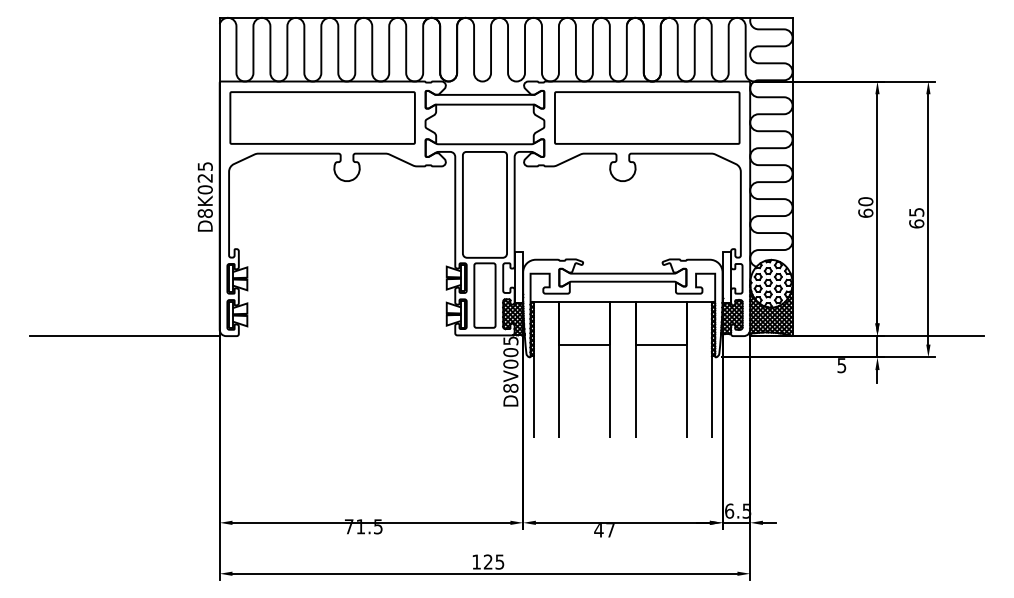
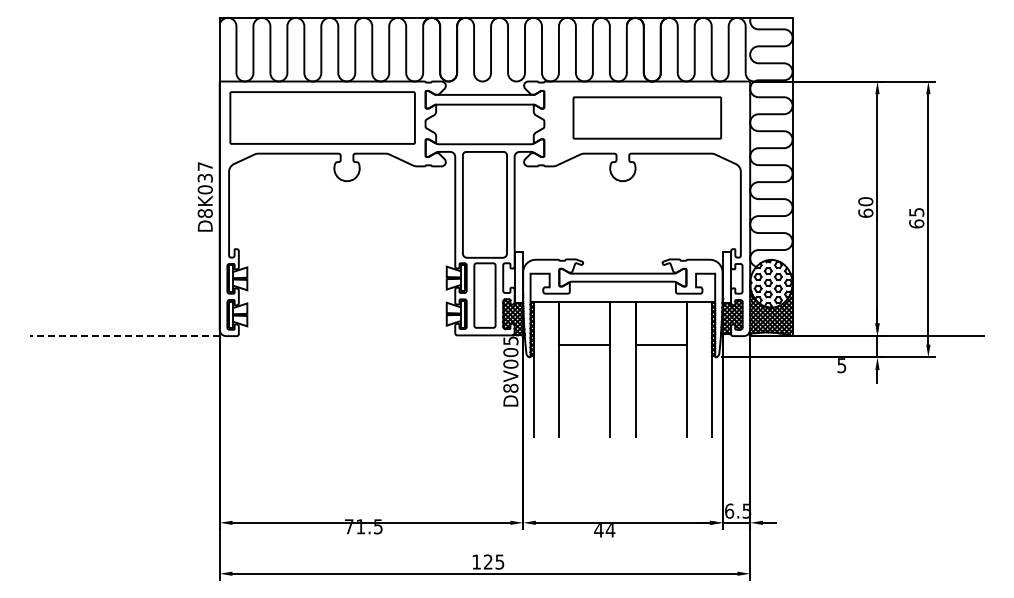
part at (647, 117) size: 187x54 px -> 151x44 px
text at (205, 172): D8K025 -> D8K037
line at (125, 336): solid -> dashed
text at (610, 530): 47 -> 44
